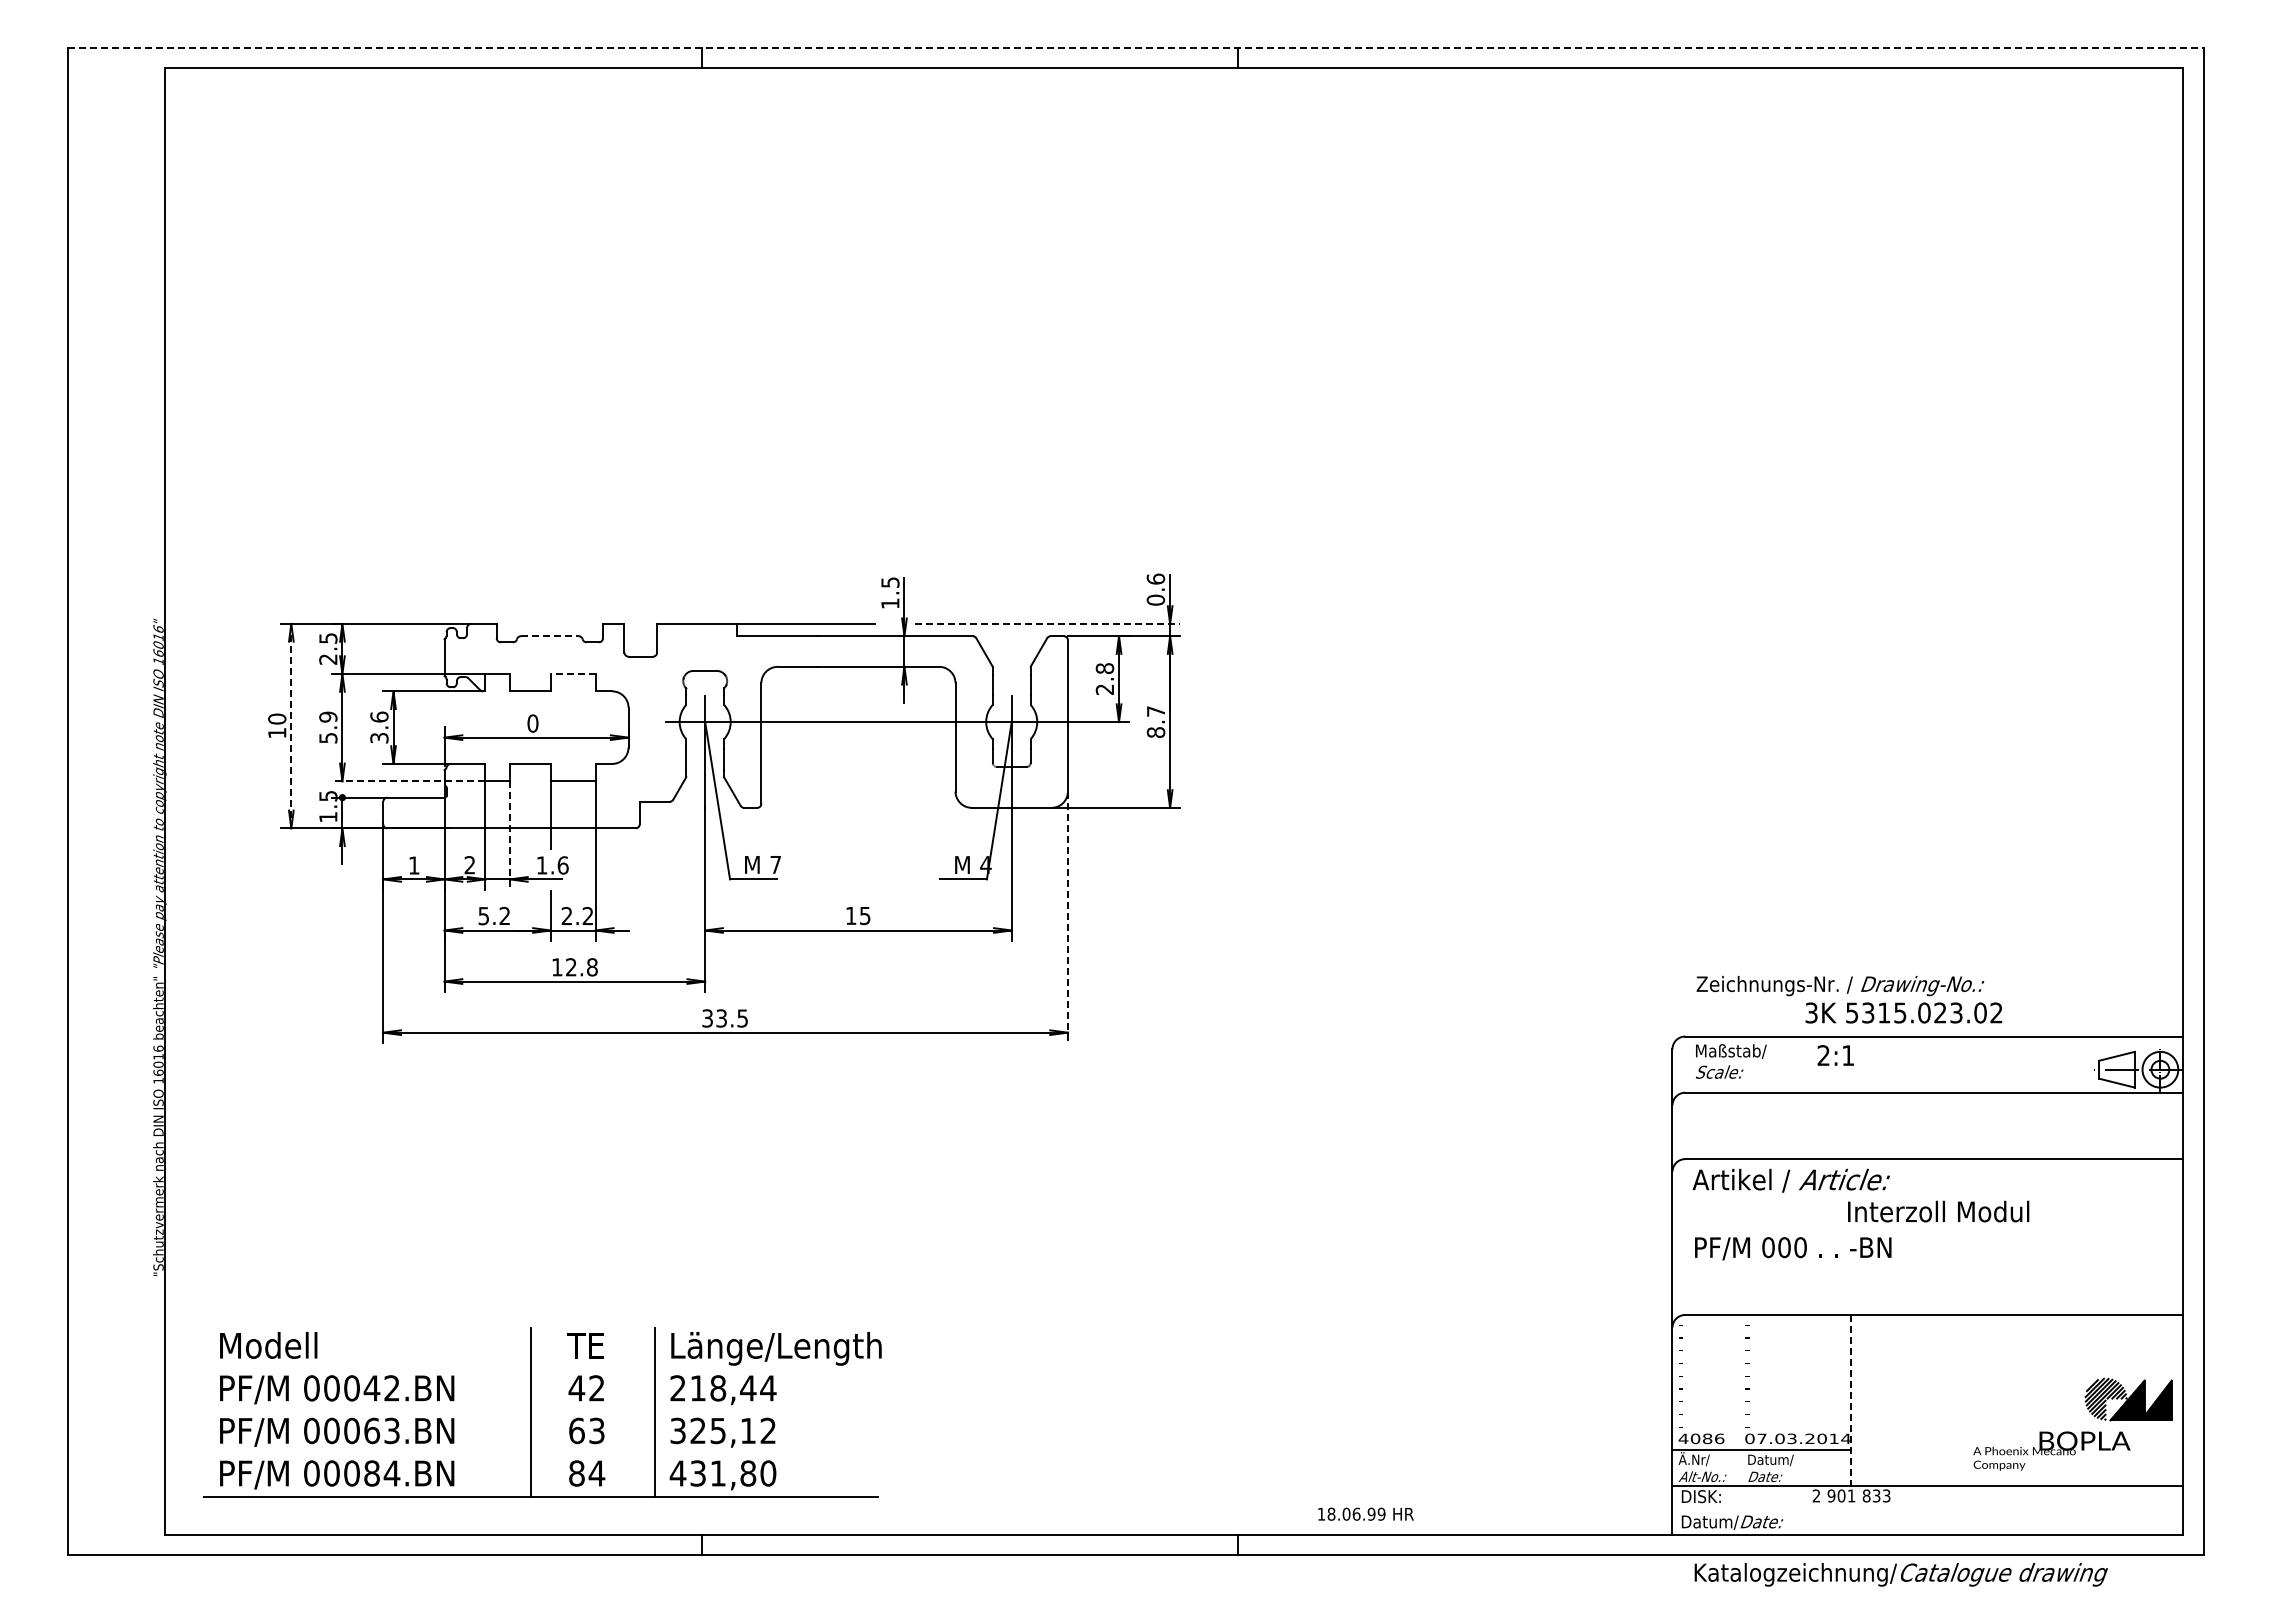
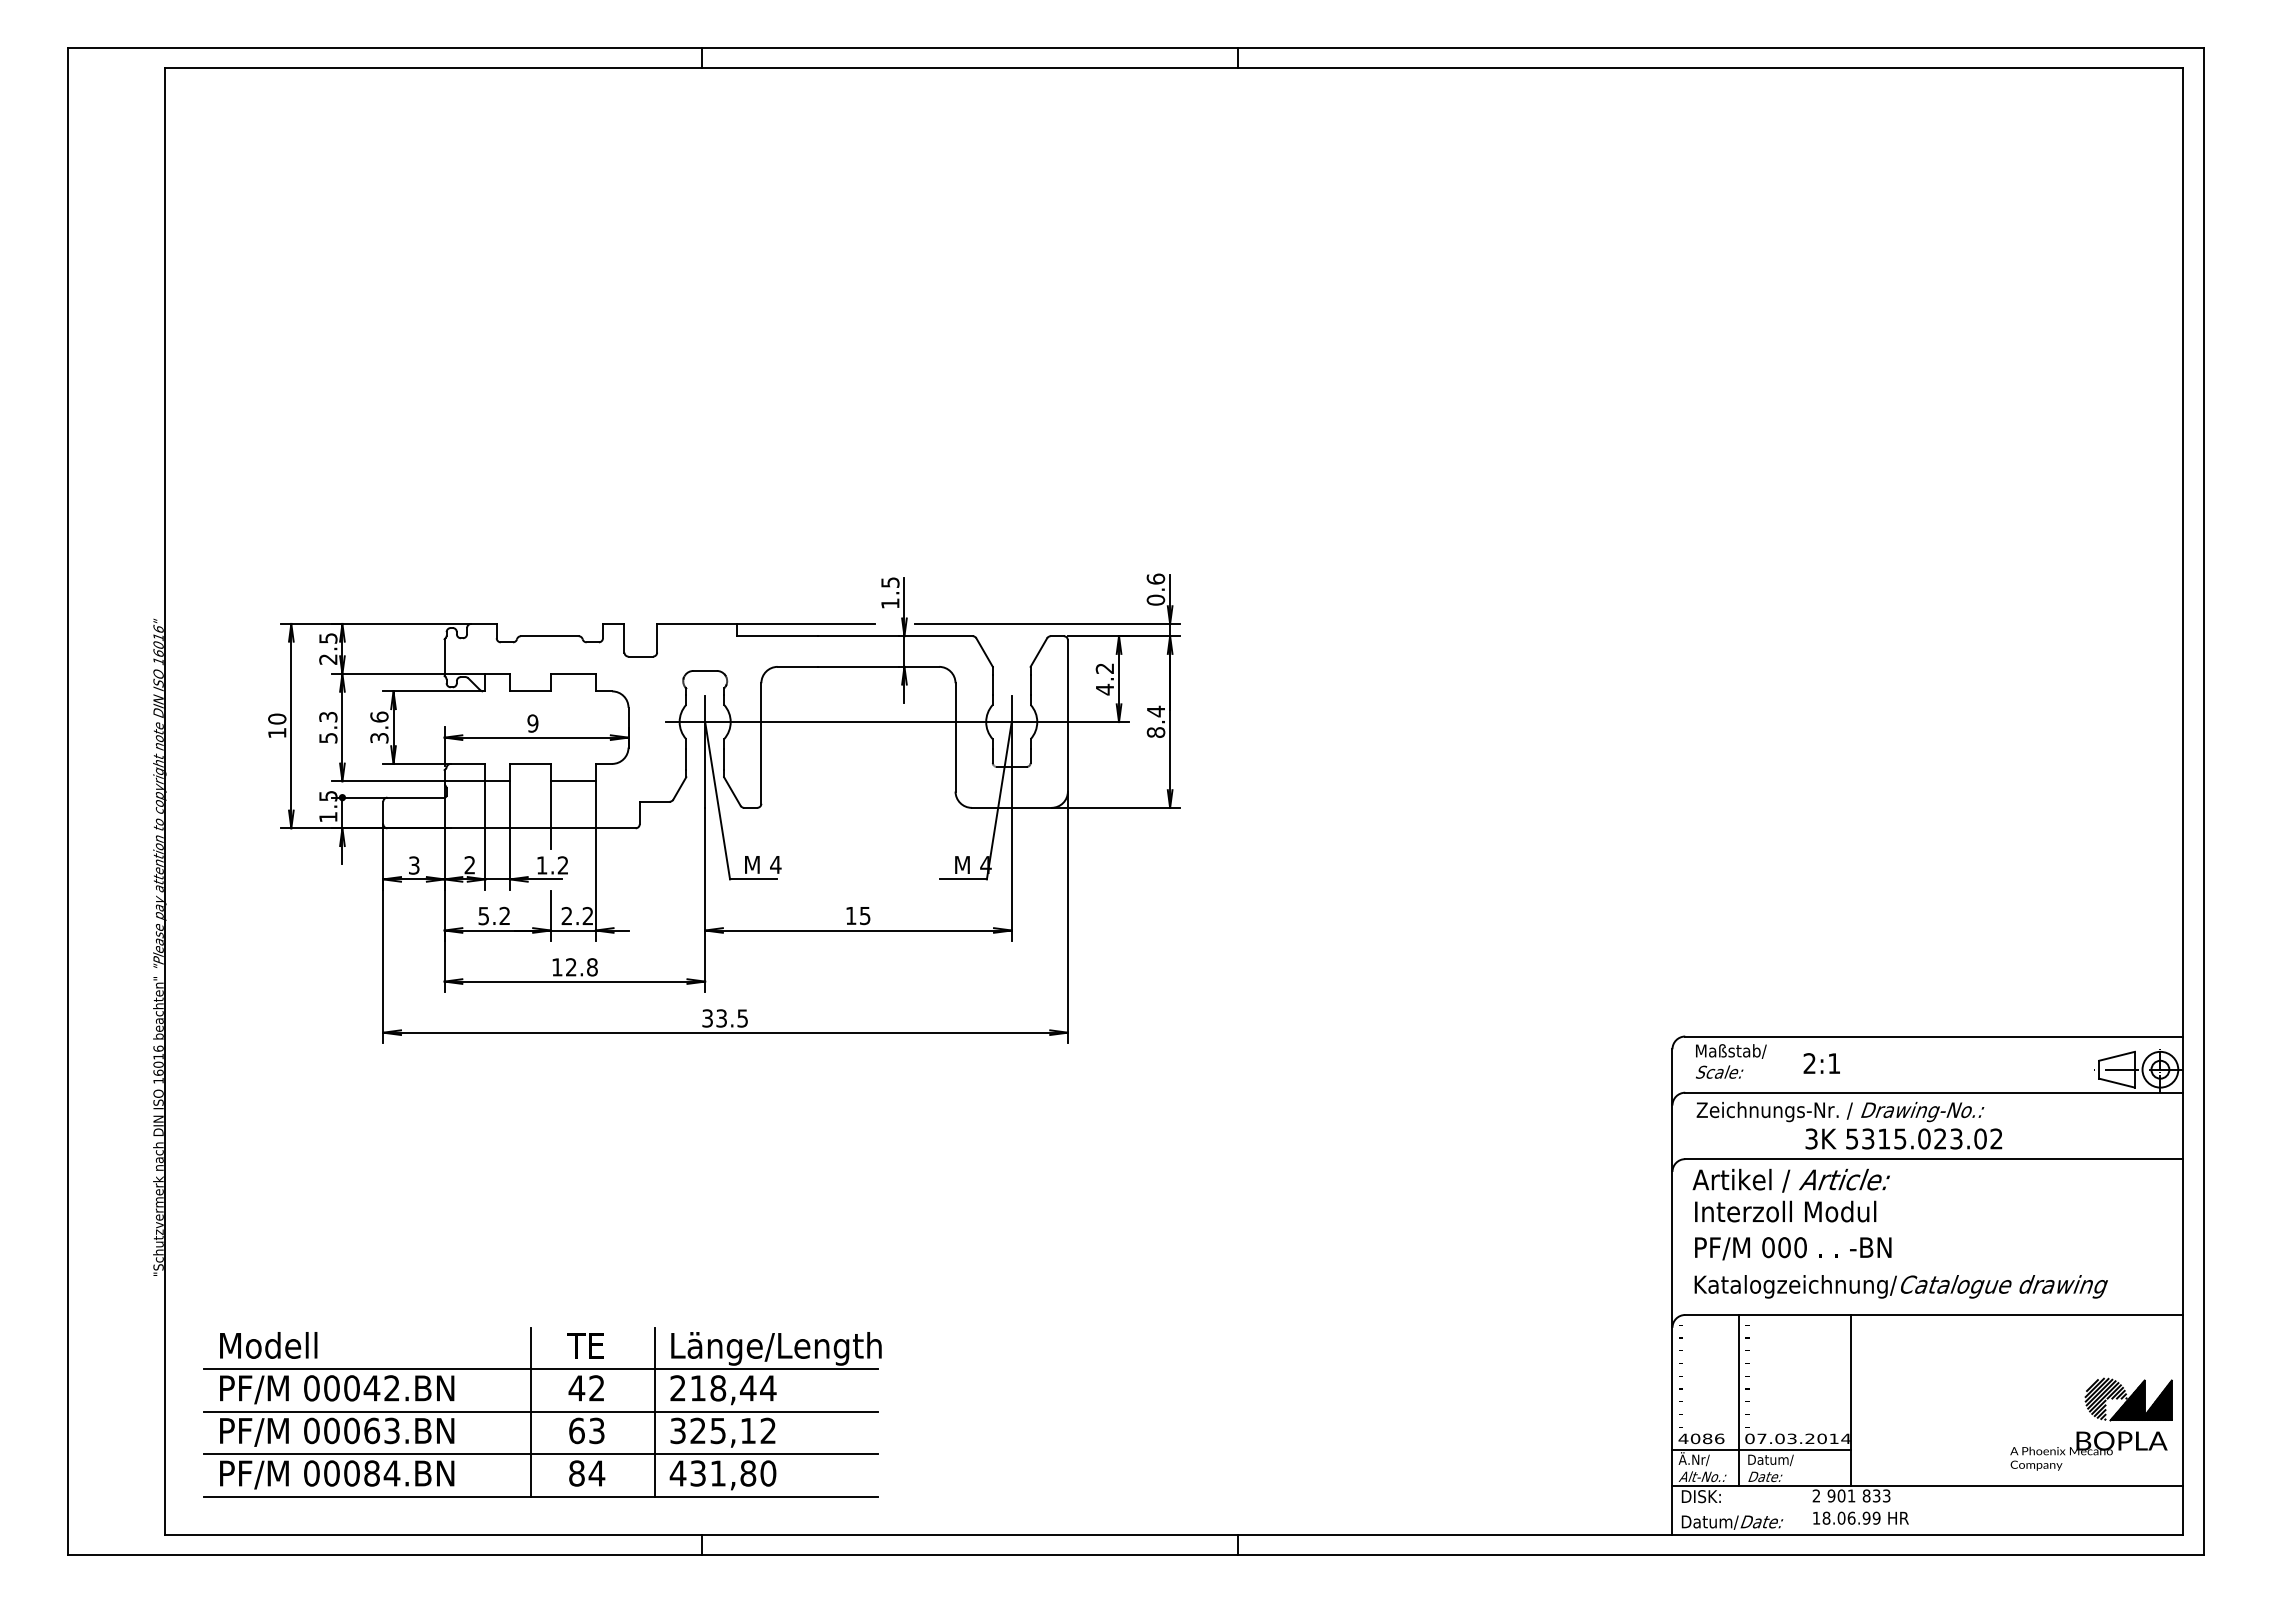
line at (1136, 47): dashed -> solid
line at (1047, 623): dashed -> solid
line at (549, 636): dashed -> solid
line at (572, 674): dashed -> solid
text at (1104, 679): 2.8 -> 4.2
text at (1155, 711): 8.7 -> 8.4
text at (328, 716): 5.9 -> 5.3
text at (532, 723): 0 -> 9
line at (291, 726): dashed -> solid
line at (408, 781): dashed -> solid
line at (510, 835): dashed -> solid
text at (775, 864): 7 -> 4
text at (414, 865): 1 -> 3
text at (562, 865): 1.6 -> 1.2
line at (1067, 917): dashed -> solid
text at (1849, 999) position: (1849, 999) -> (1849, 1125)
text at (1835, 1055) position: (1835, 1055) -> (1821, 1063)
text at (1938, 1211) position: (1938, 1211) -> (1785, 1211)
line at (540, 1369): none -> present
line at (1738, 1400): none -> present
line at (1851, 1400): dashed -> solid
line at (540, 1411): none -> present
text at (2051, 1450) position: (2051, 1450) -> (2088, 1450)
line at (540, 1454): none -> present
text at (1365, 1513) position: (1365, 1513) -> (1860, 1517)
text at (1900, 1574) position: (1900, 1574) -> (1900, 1286)
